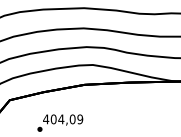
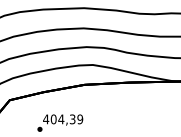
text at (72, 119): 404,09 -> 404,39
